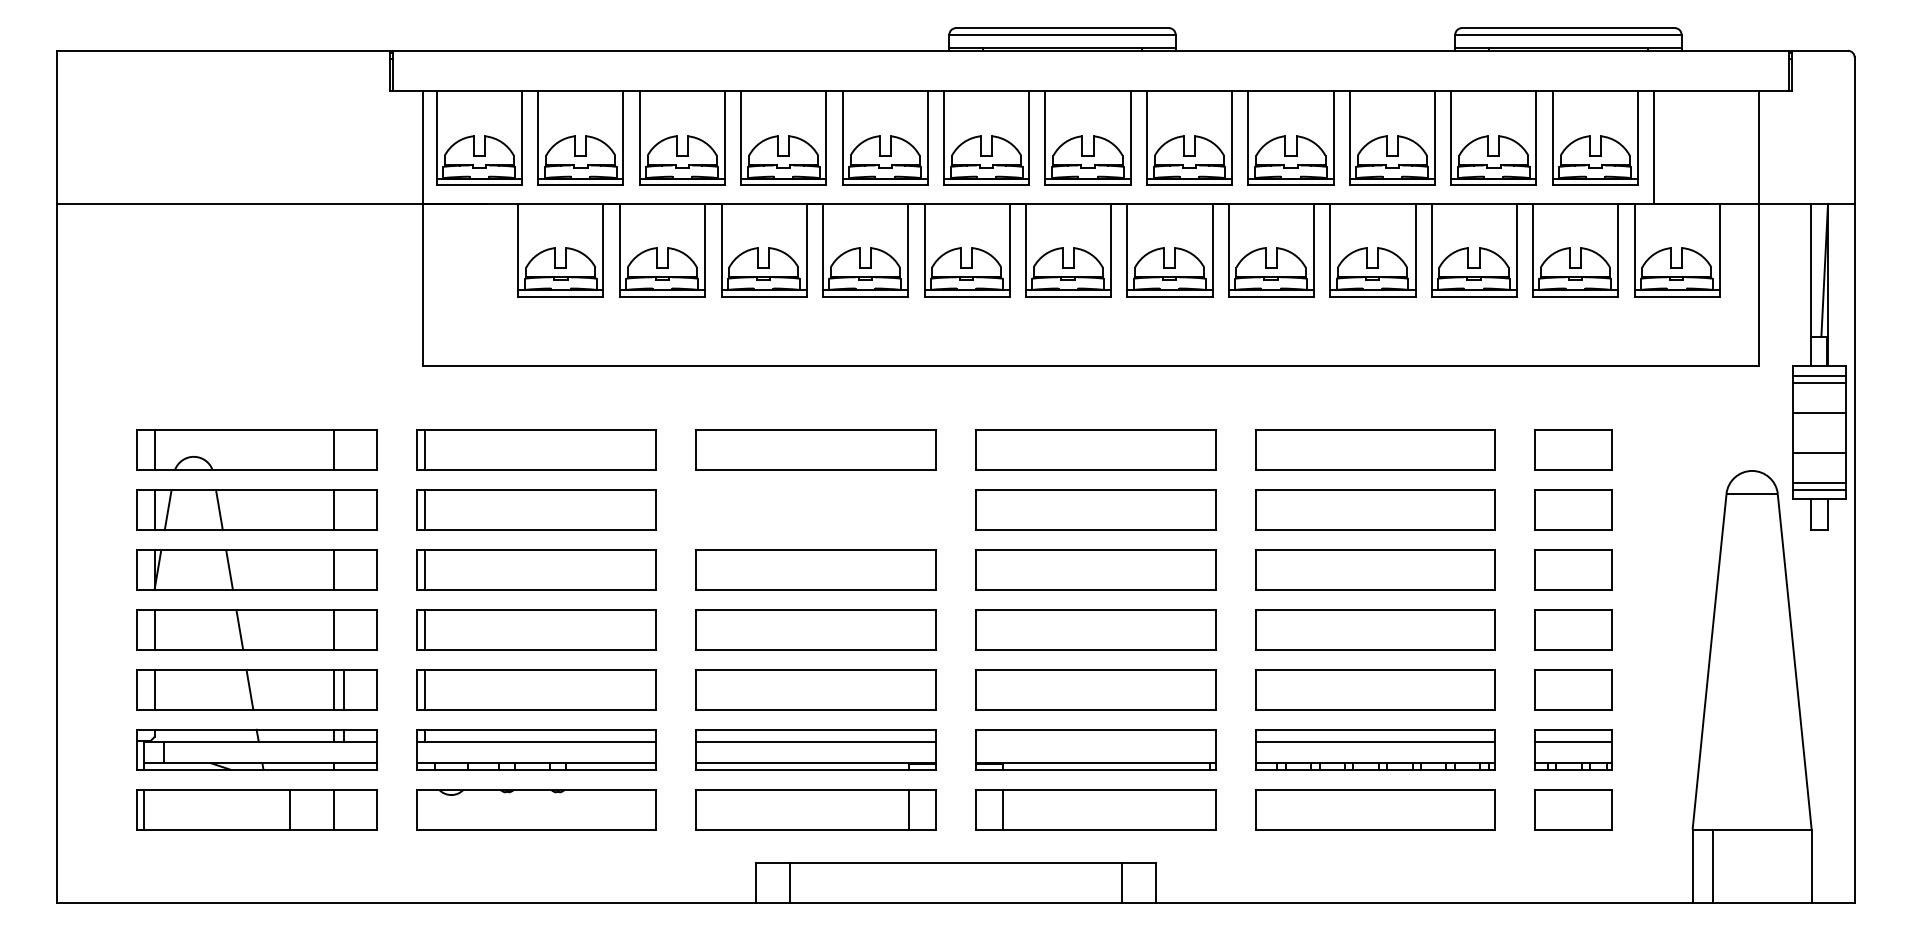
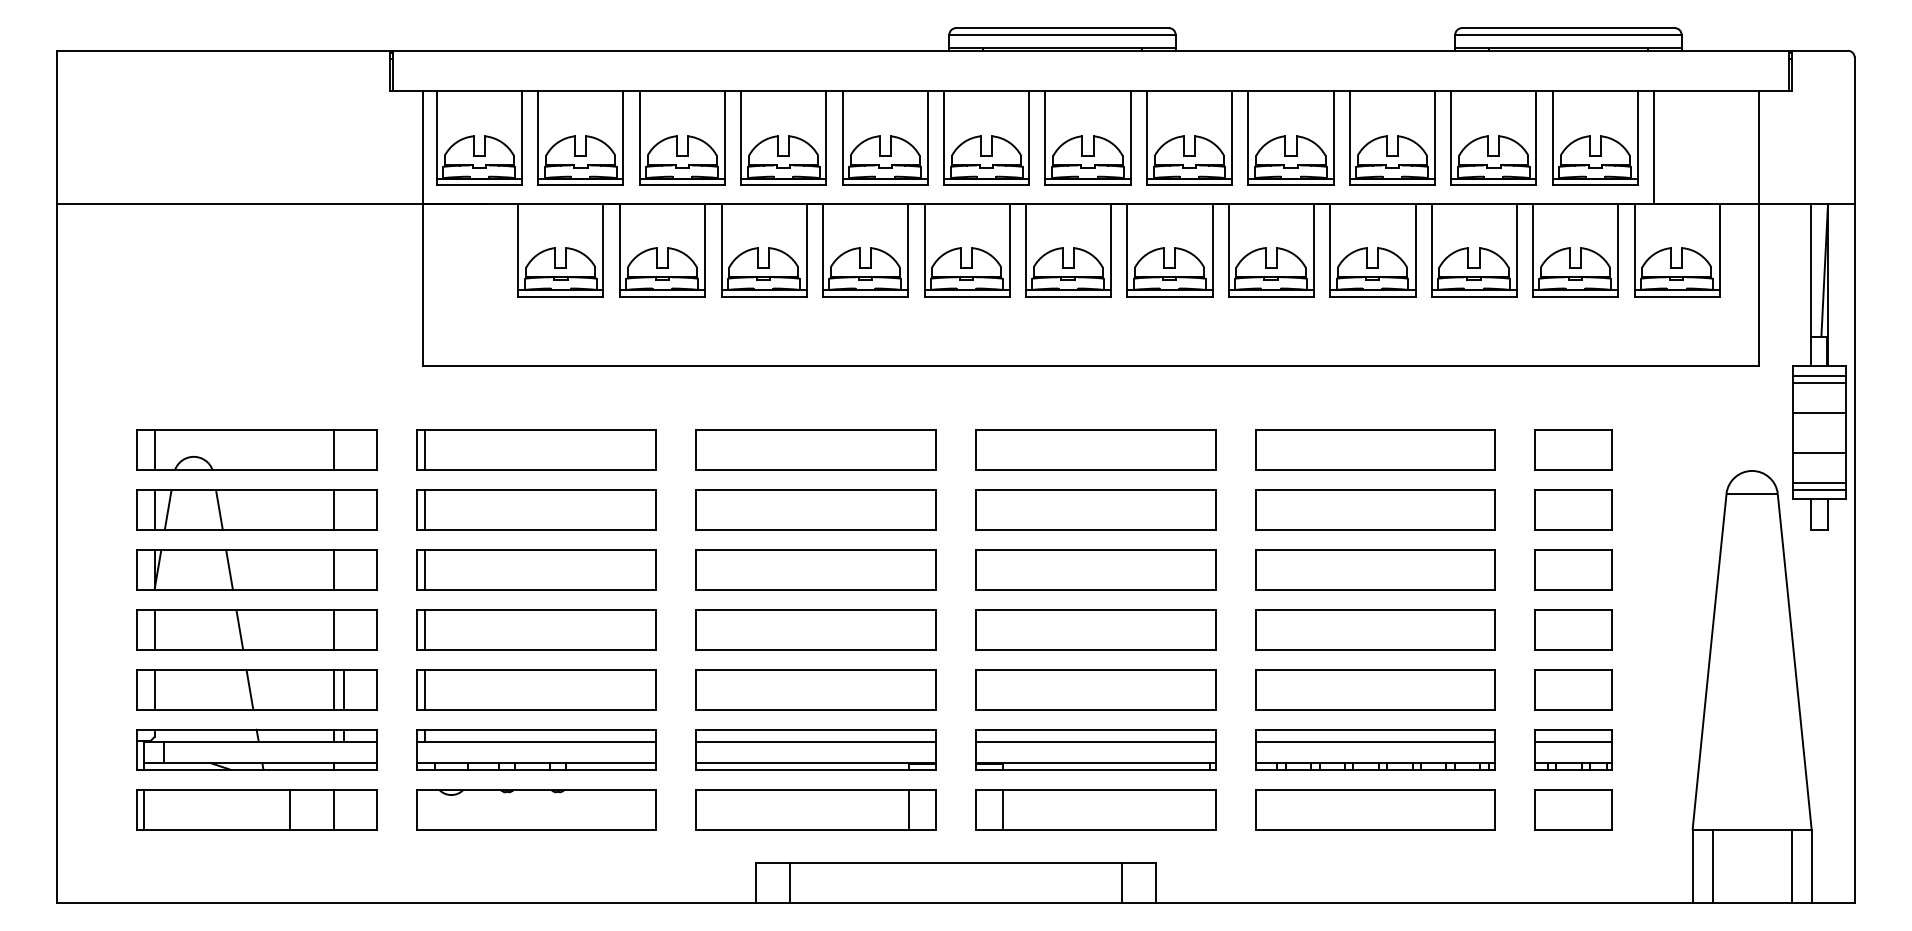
part at (815, 509): none -> present
line at (1095, 741): none -> present
line at (1791, 865): none -> present
